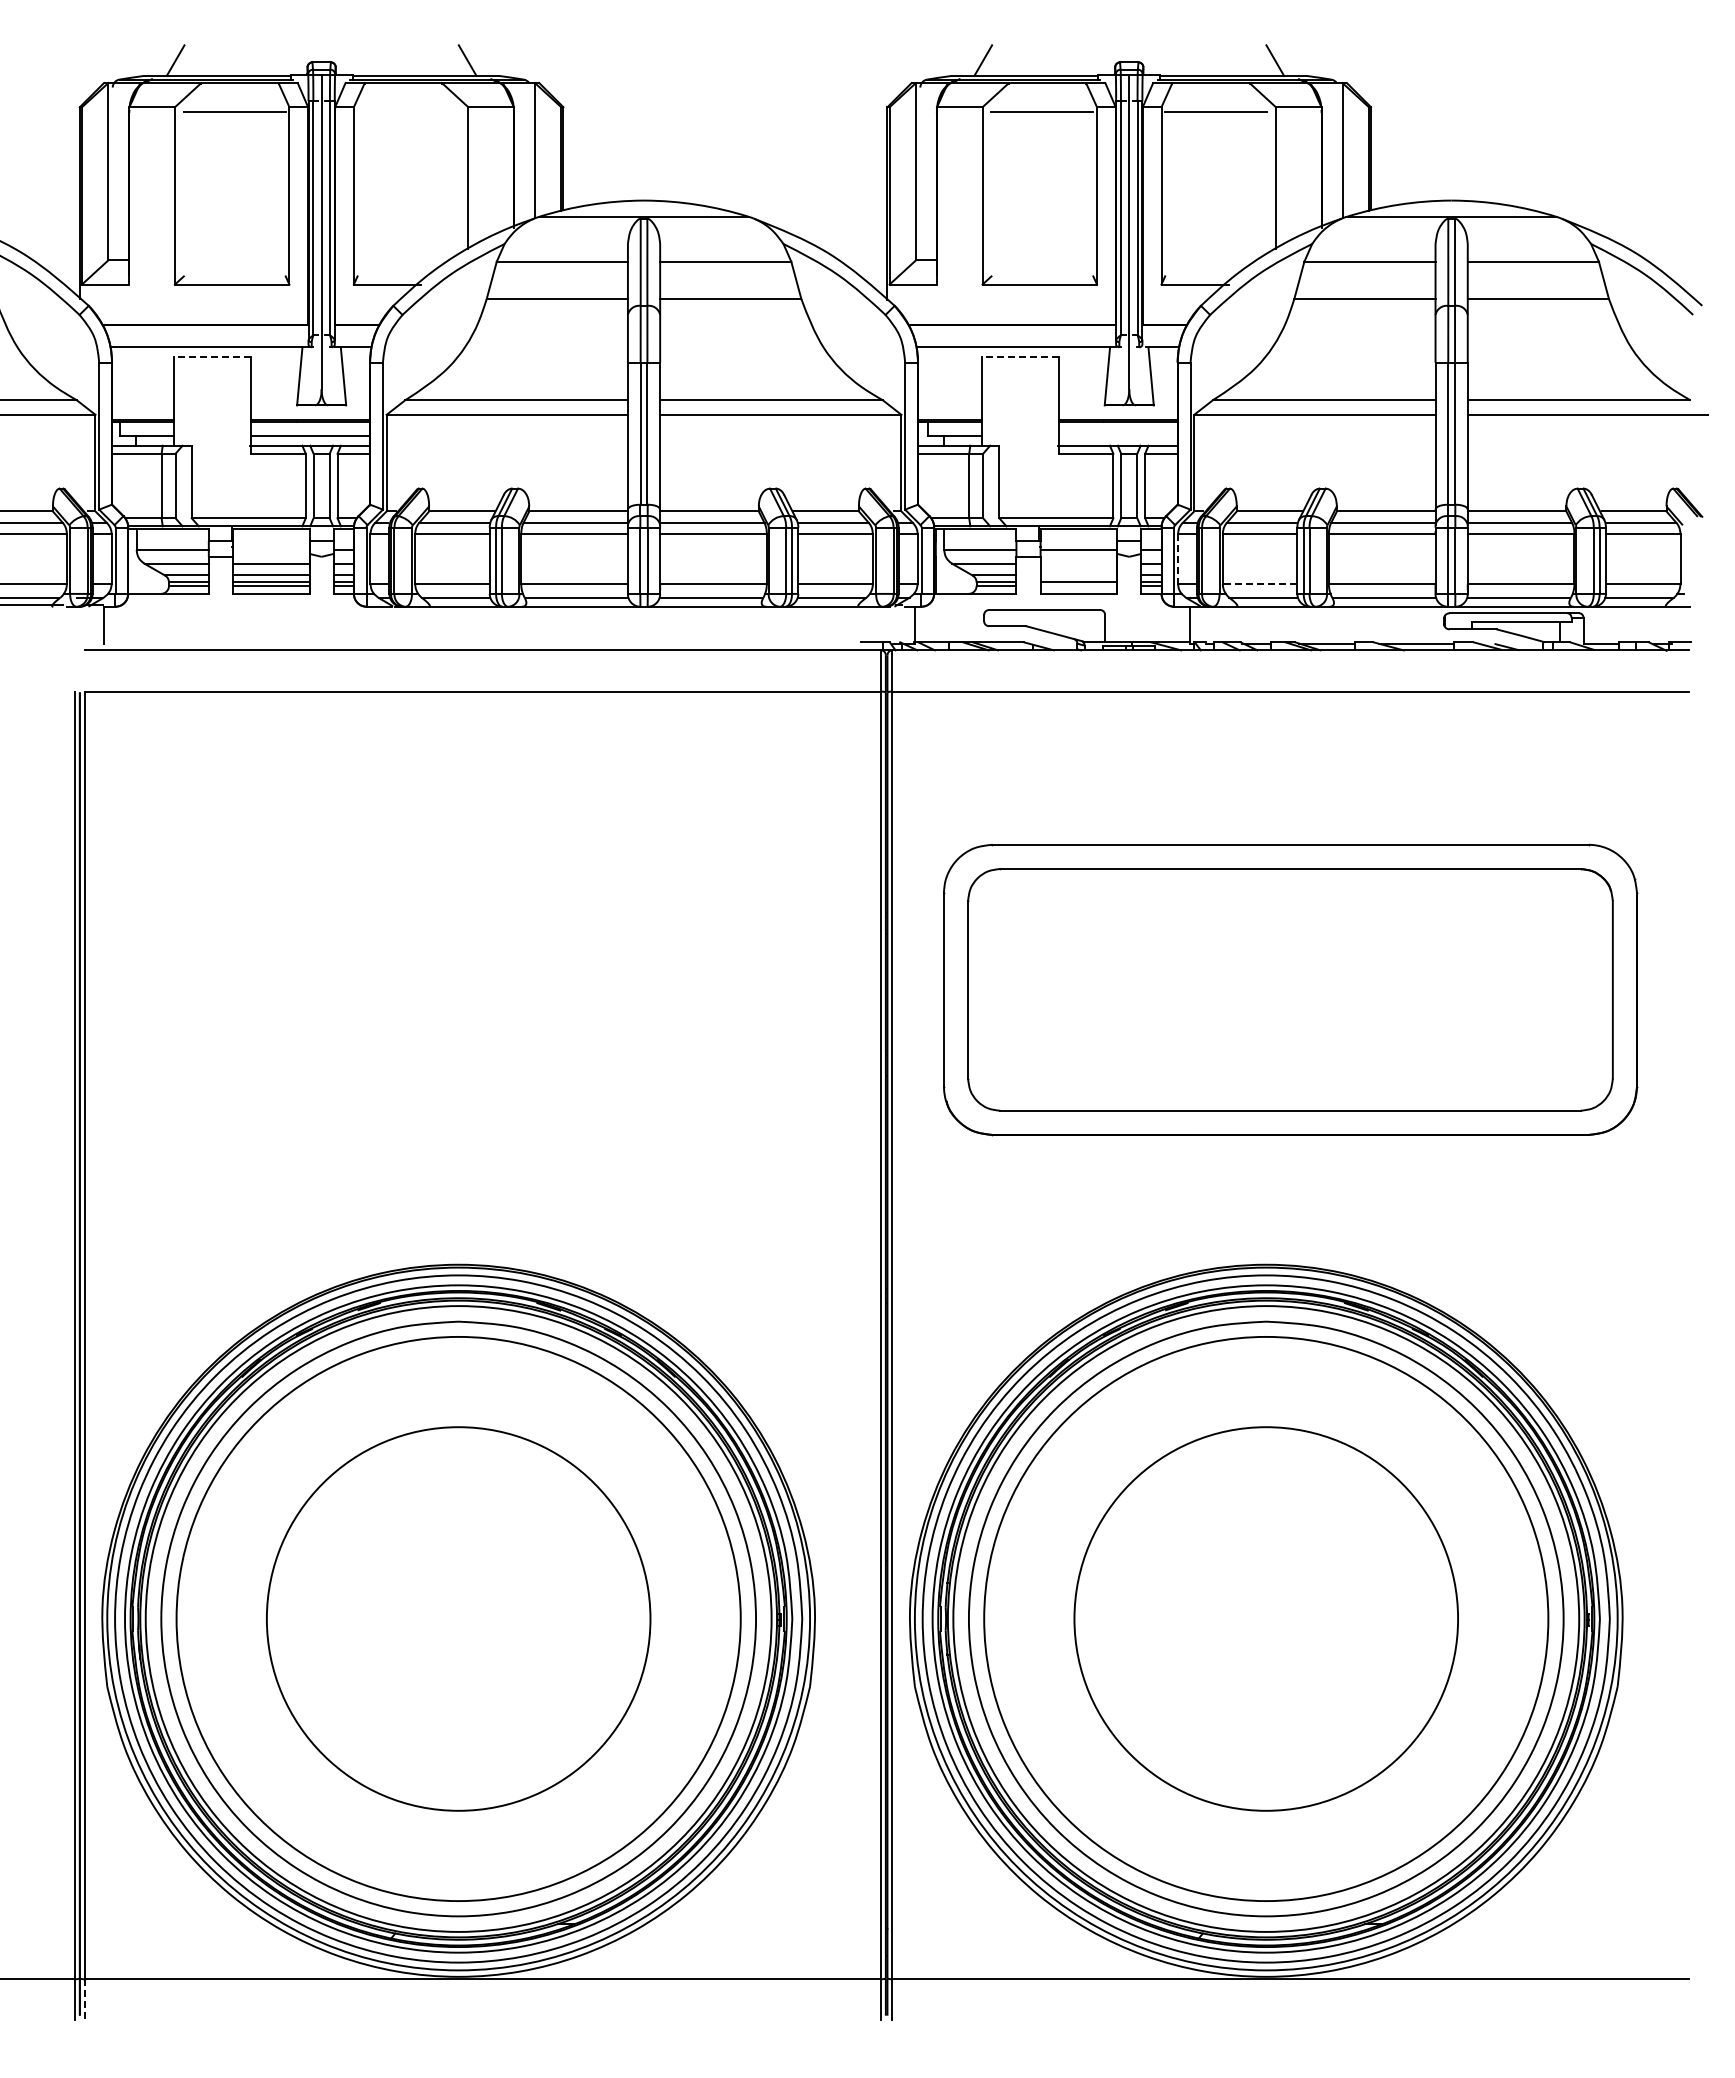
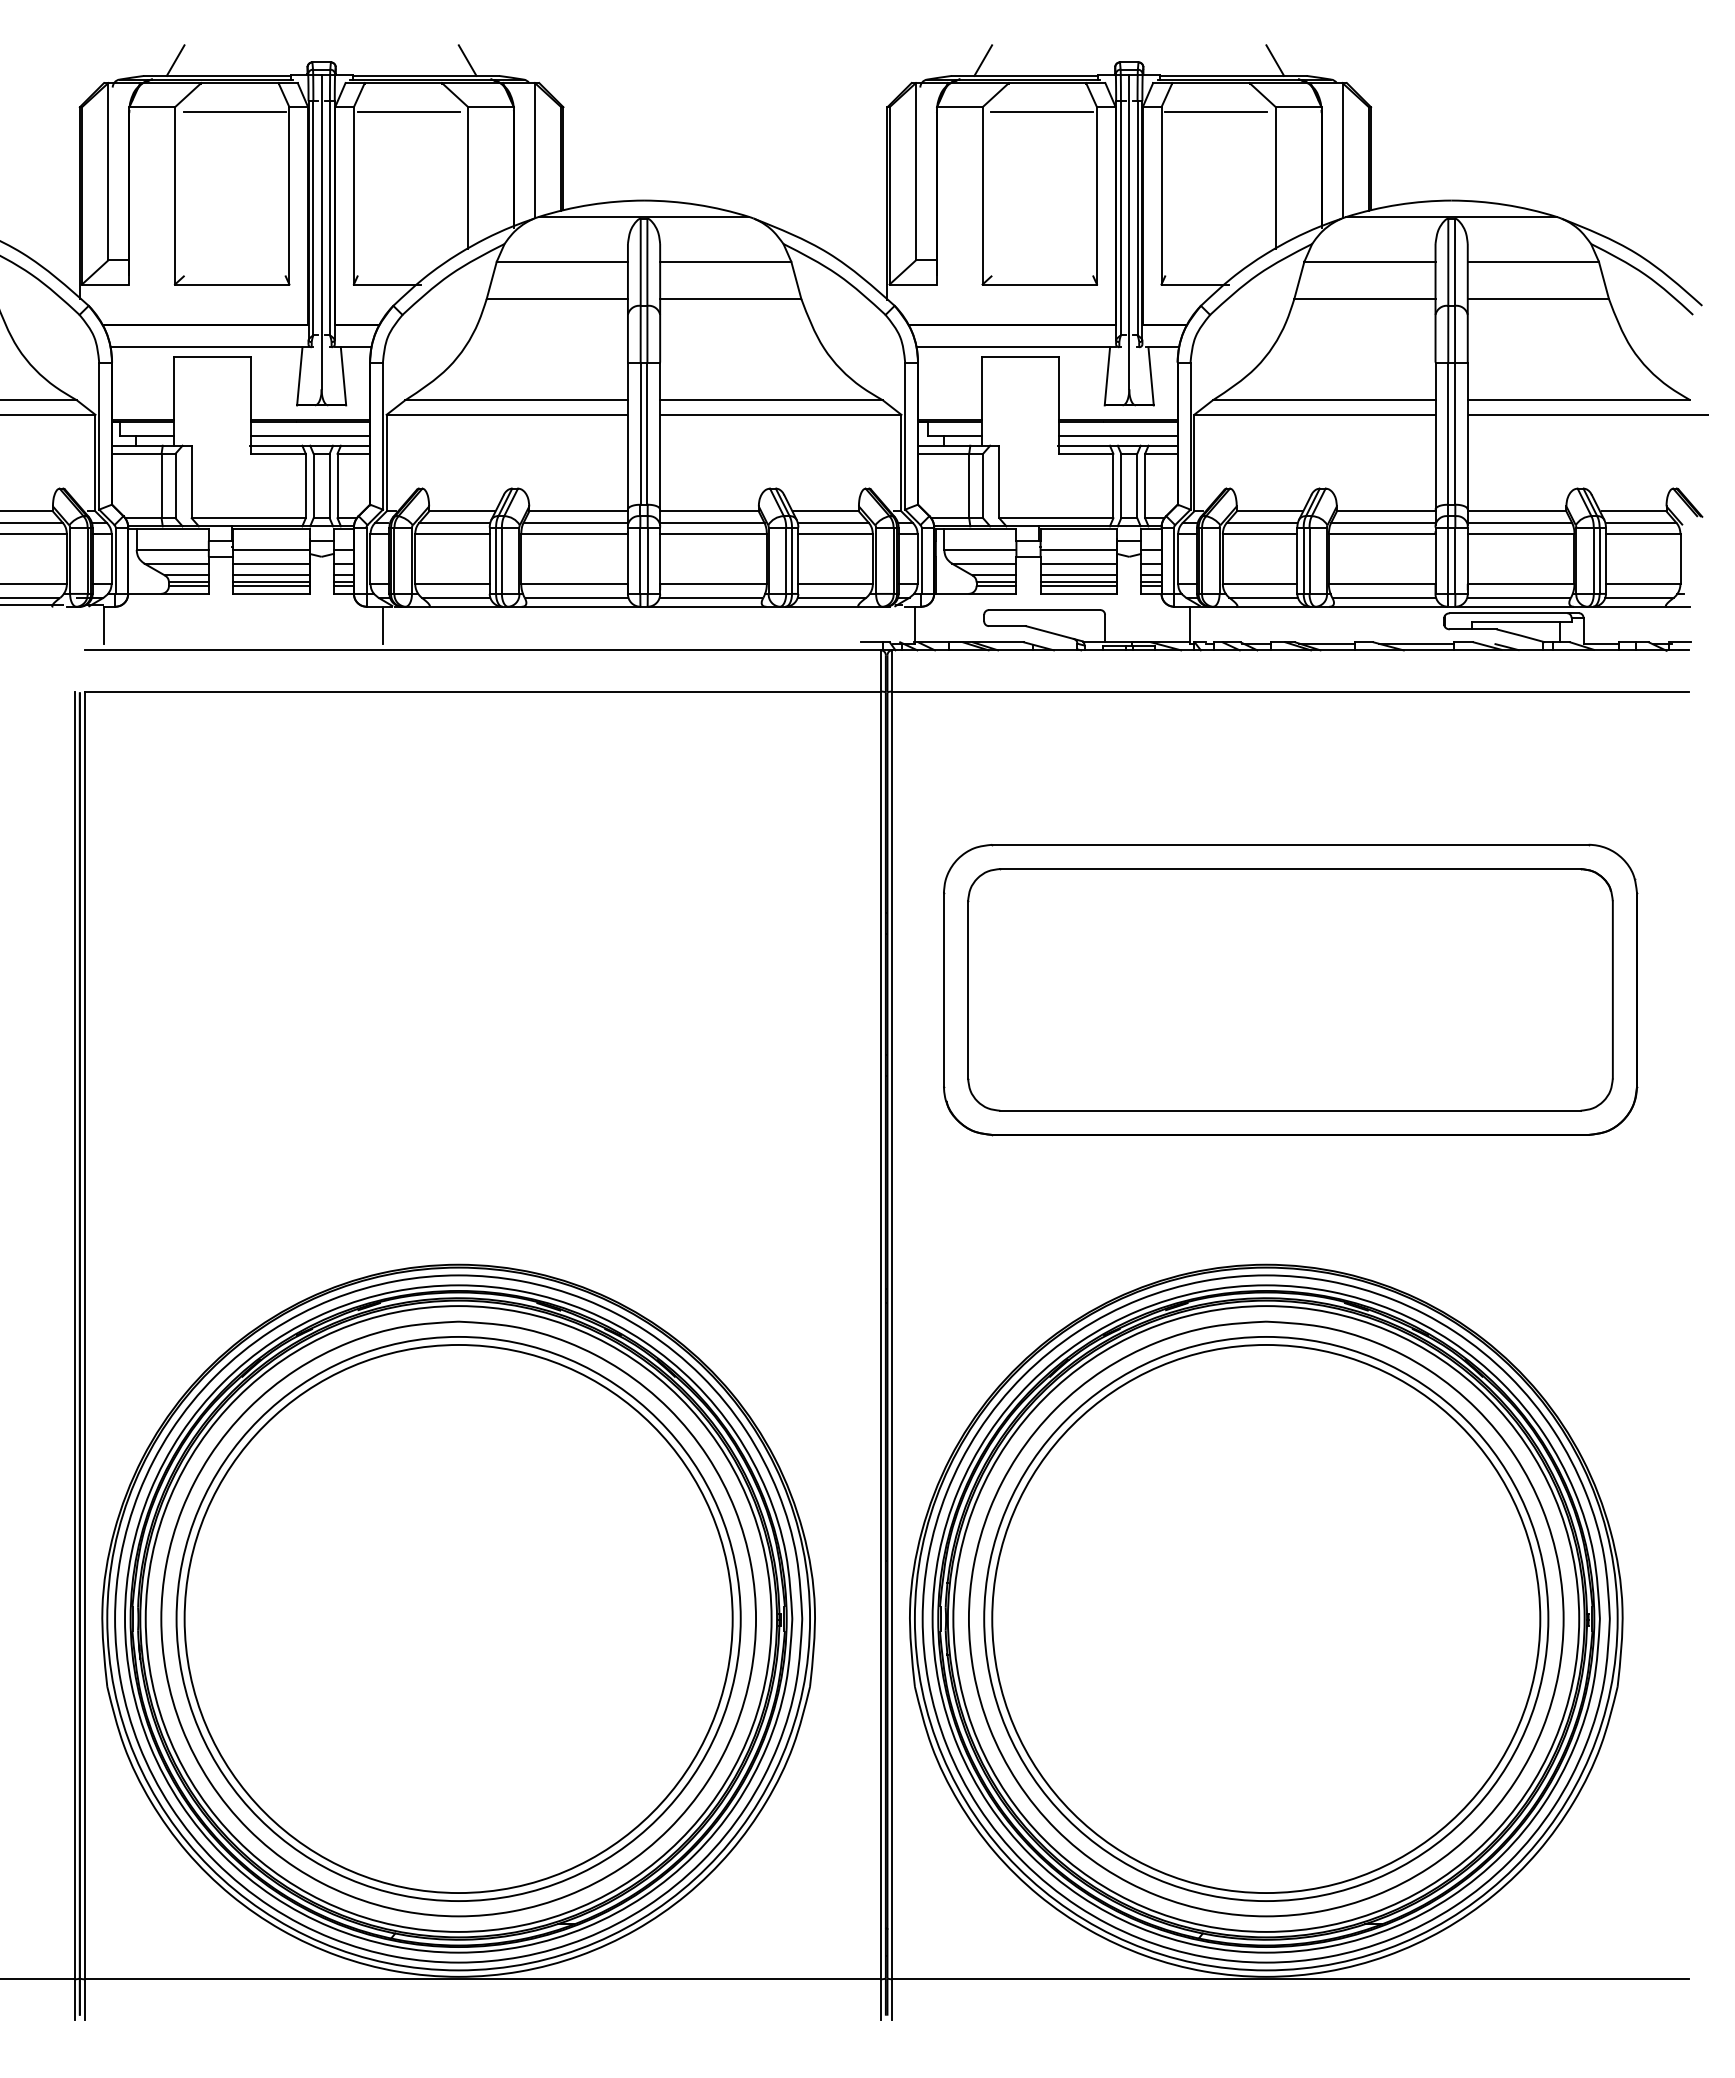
line at (408, 112): none -> present
line at (212, 357): dashed -> solid
line at (1020, 357): dashed -> solid
line at (1117, 435): none -> present
line at (271, 549): none -> present
line at (1178, 559): dashed -> solid
line at (1078, 563): none -> present
line at (1078, 575): none -> present
line at (1259, 583): dashed -> solid
line at (1078, 585): none -> present
line at (382, 624): none -> present
circle at (458, 1618) diameter: 384 px -> 548 px
circle at (1266, 1618) diameter: 384 px -> 548 px
line at (84, 1999): dashed -> solid
